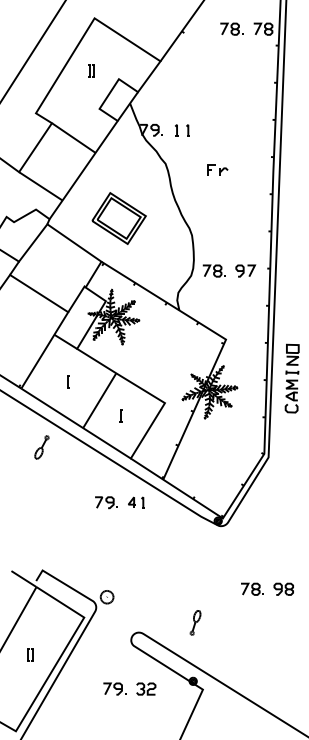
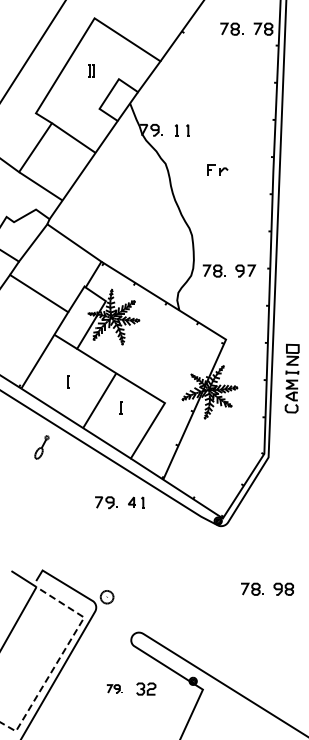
part at (118, 218): present -> none
part at (120, 415) position: (120, 415) -> (120, 407)
part at (195, 622): present -> none
part at (30, 654): present -> none
line at (60, 657): solid -> dashed
part at (114, 688) size: 24x14 px -> 17x10 px
